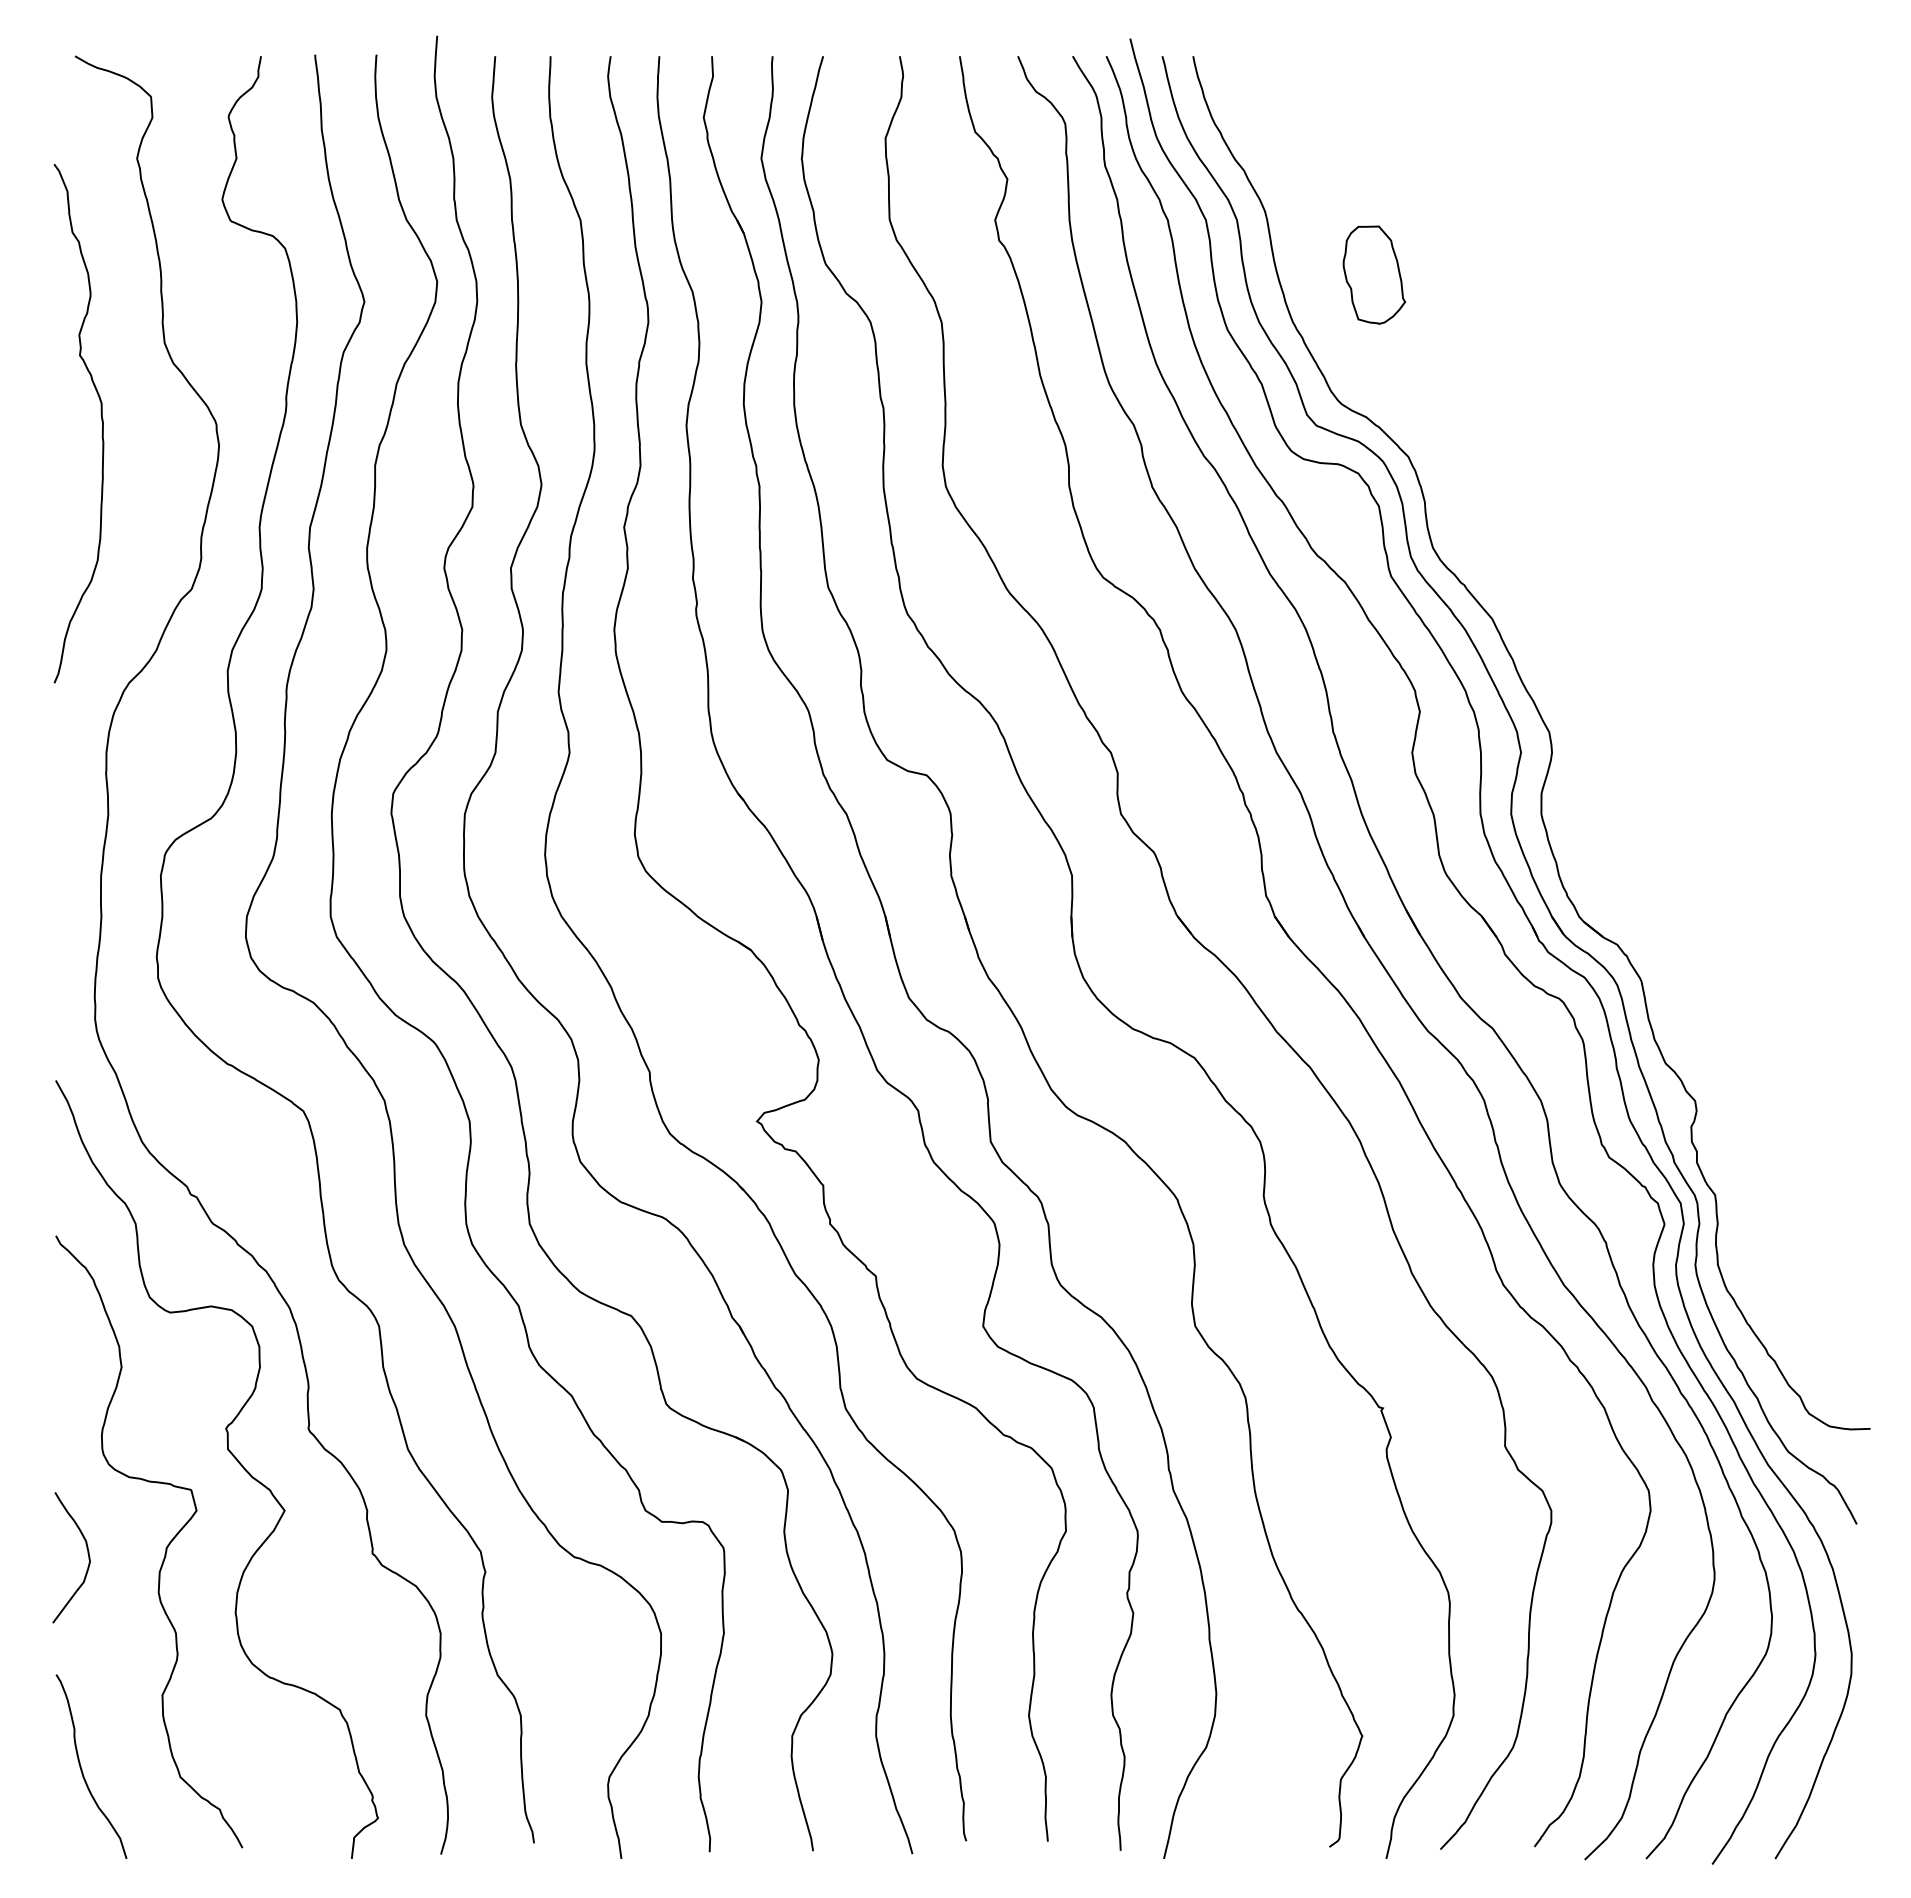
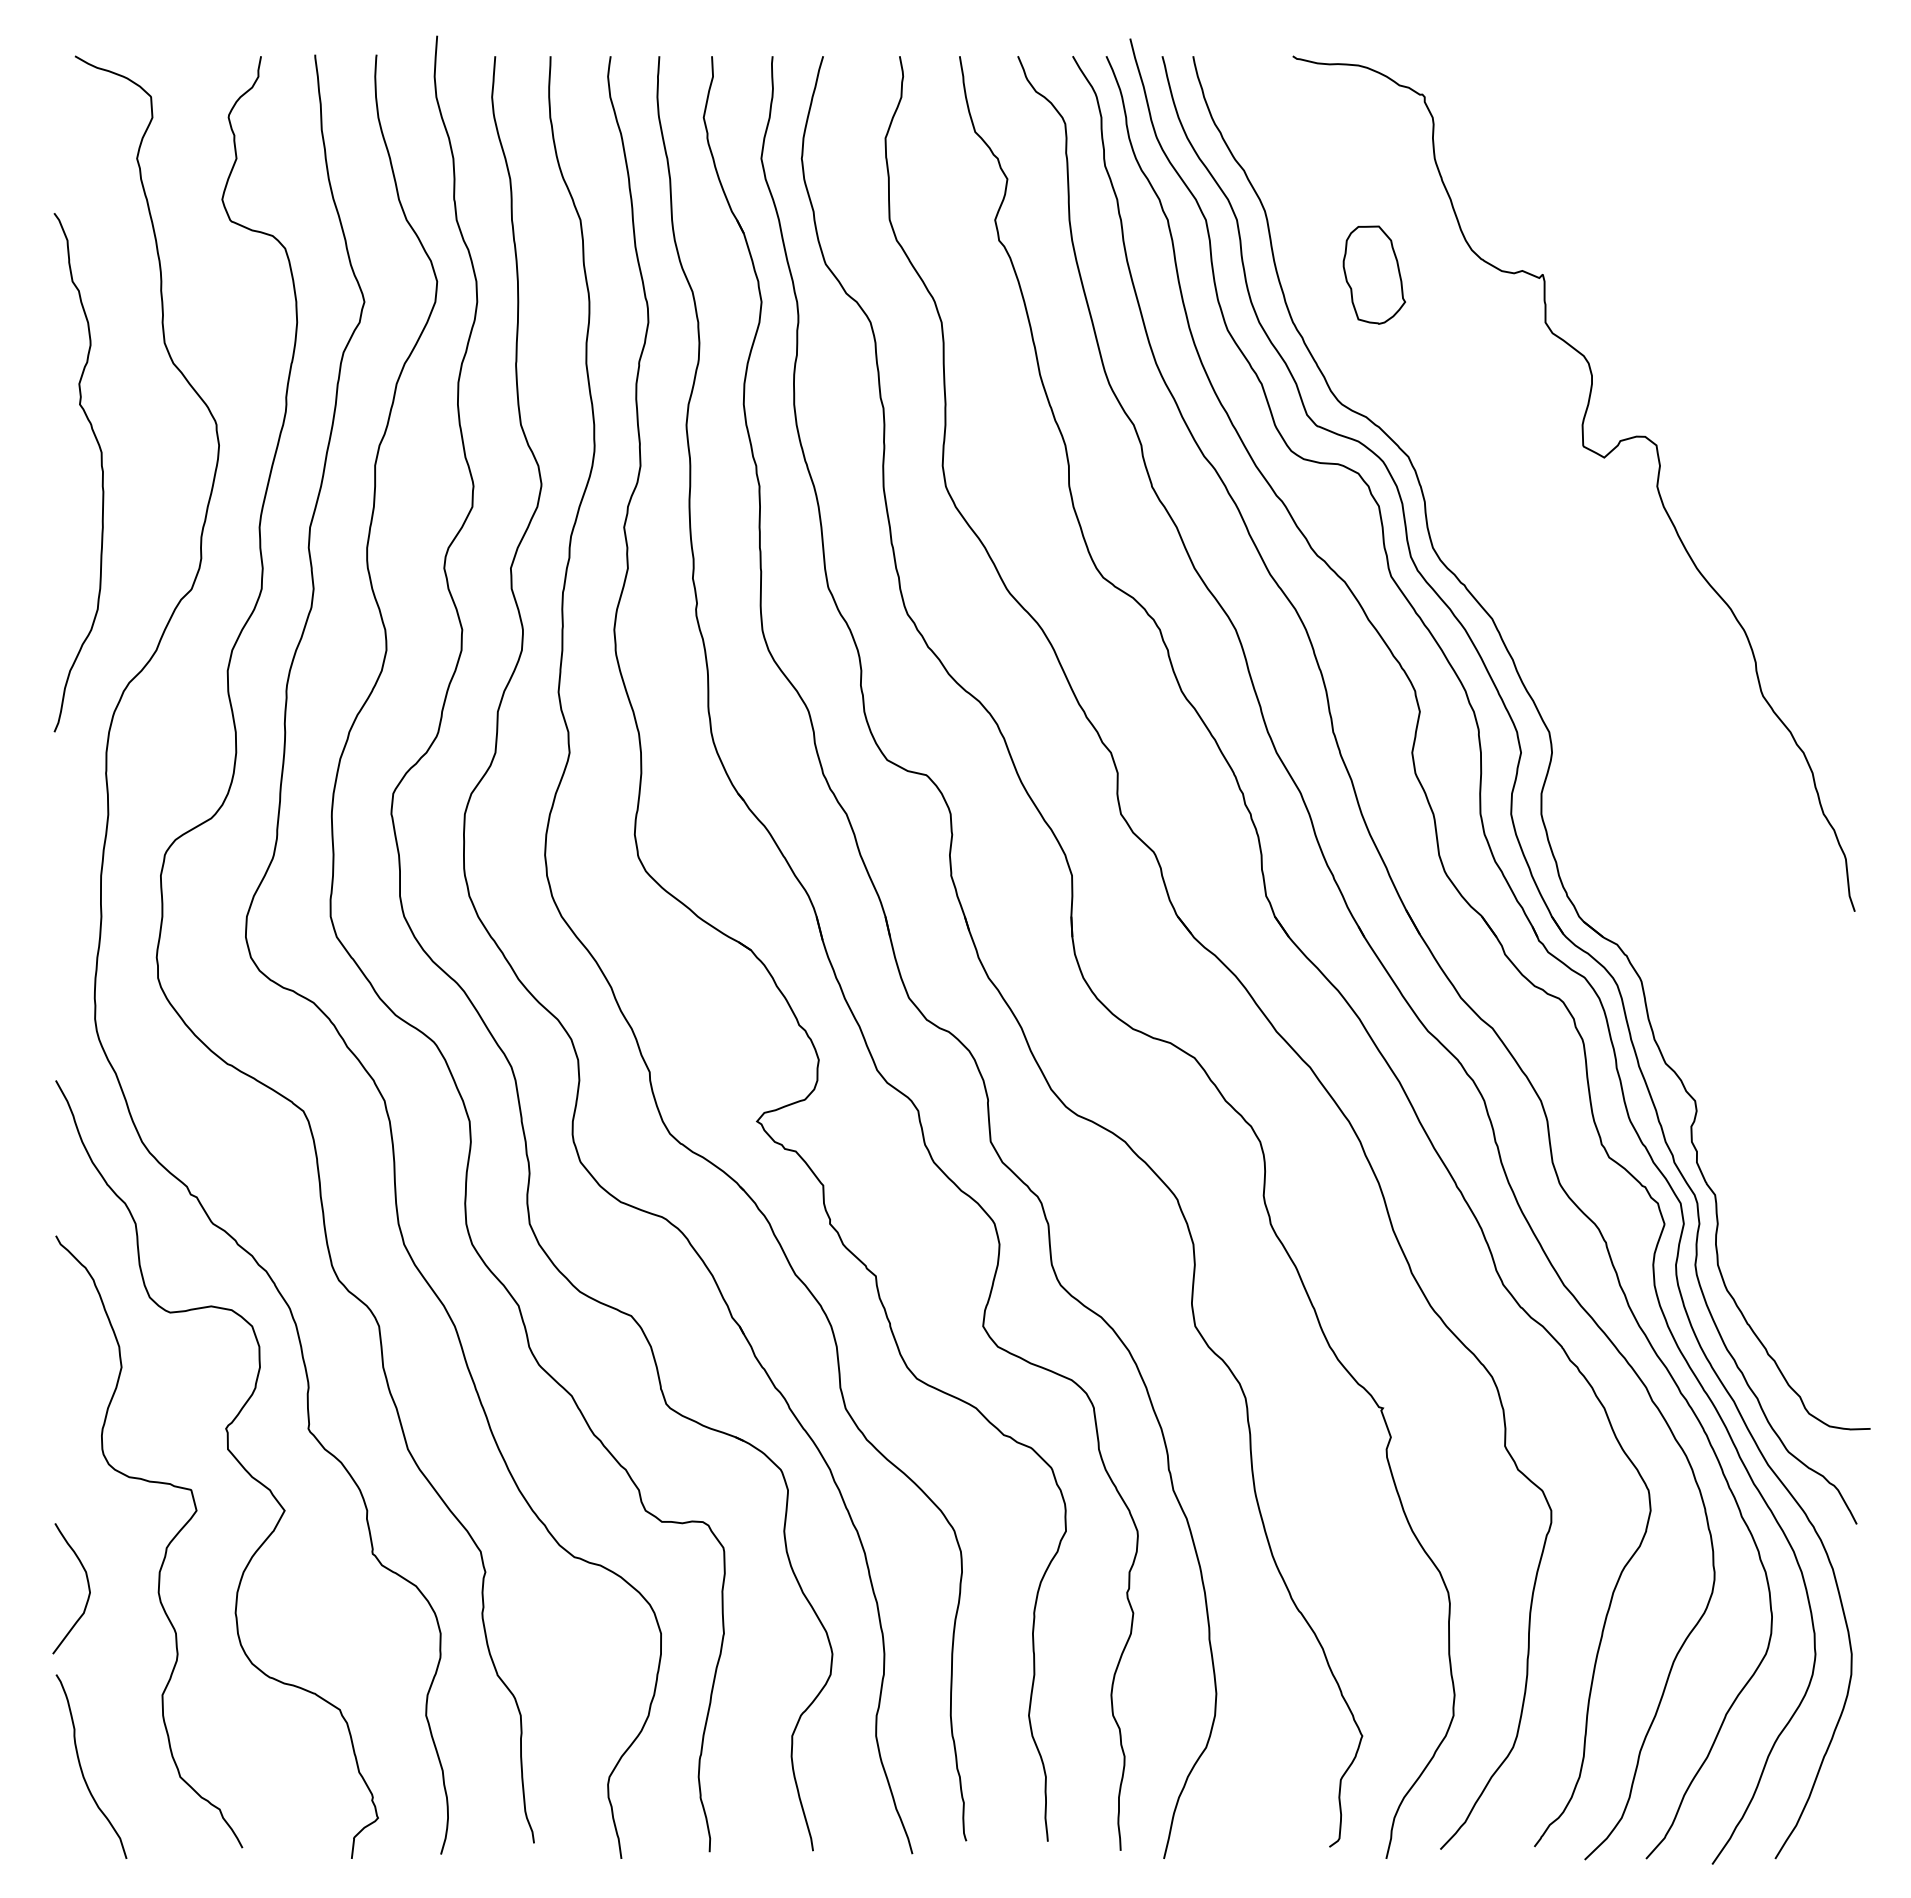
curve at (101, 421) position: (101, 421) -> (101, 470)
curve at (1590, 451): none -> present
curve at (87, 1553) position: (87, 1553) -> (87, 1584)
